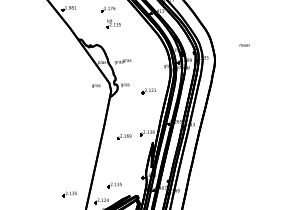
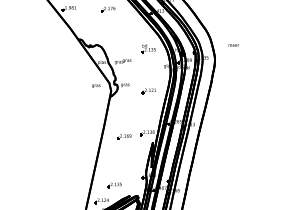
part at (113, 23) position: (113, 23) -> (148, 48)
text at (244, 45) position: (244, 45) -> (233, 45)
part at (69, 194): present -> none
